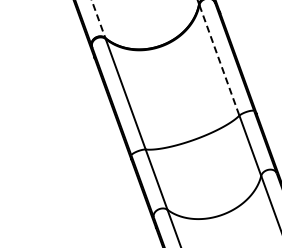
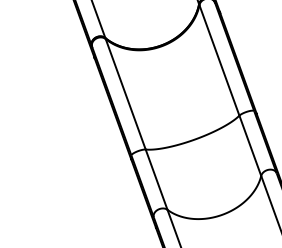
line at (98, 19): dashed -> solid
line at (219, 60): dashed -> solid
